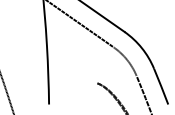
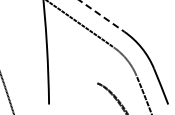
line at (101, 15): solid -> dashed
